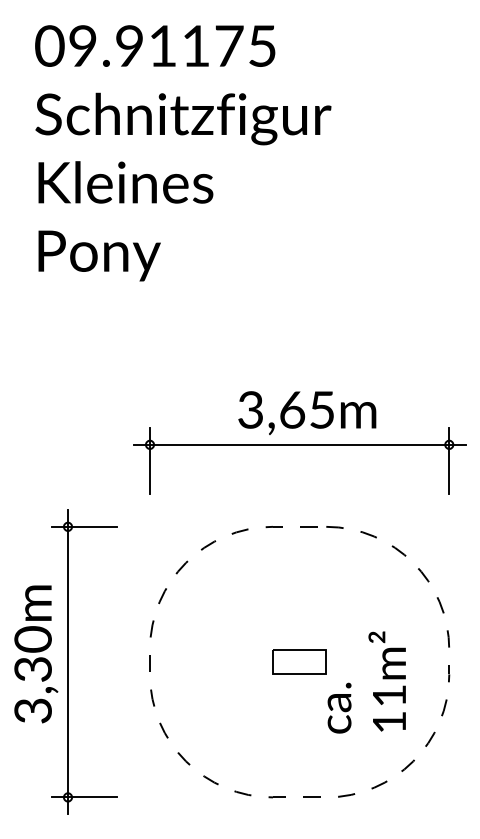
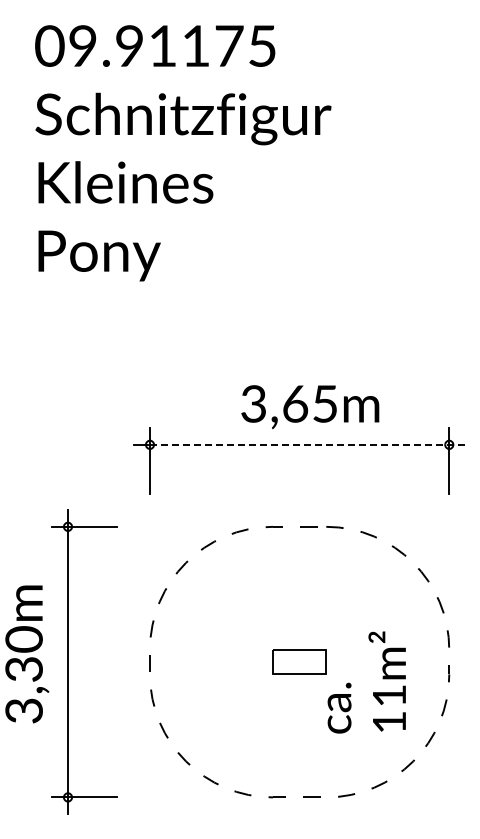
text at (307, 412) position: (307, 412) -> (310, 406)
line at (307, 444): solid -> dashed
text at (36, 654) position: (36, 654) -> (27, 654)
